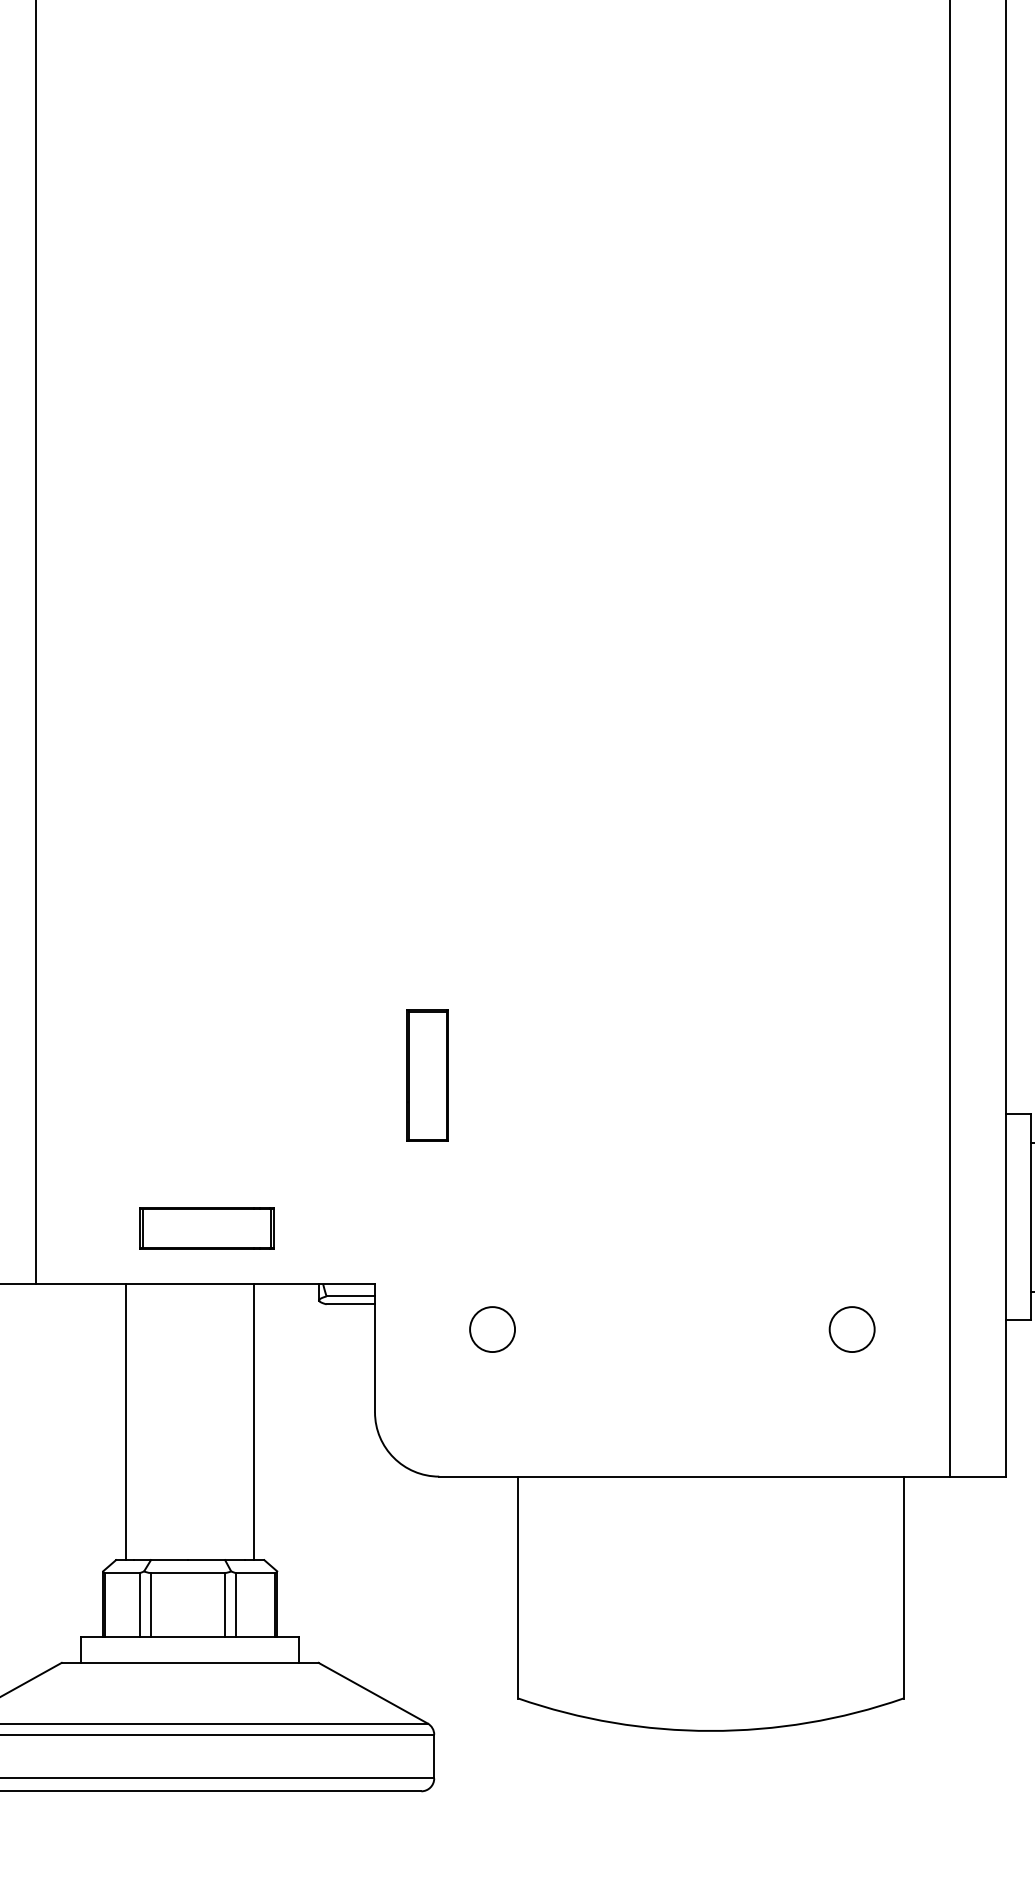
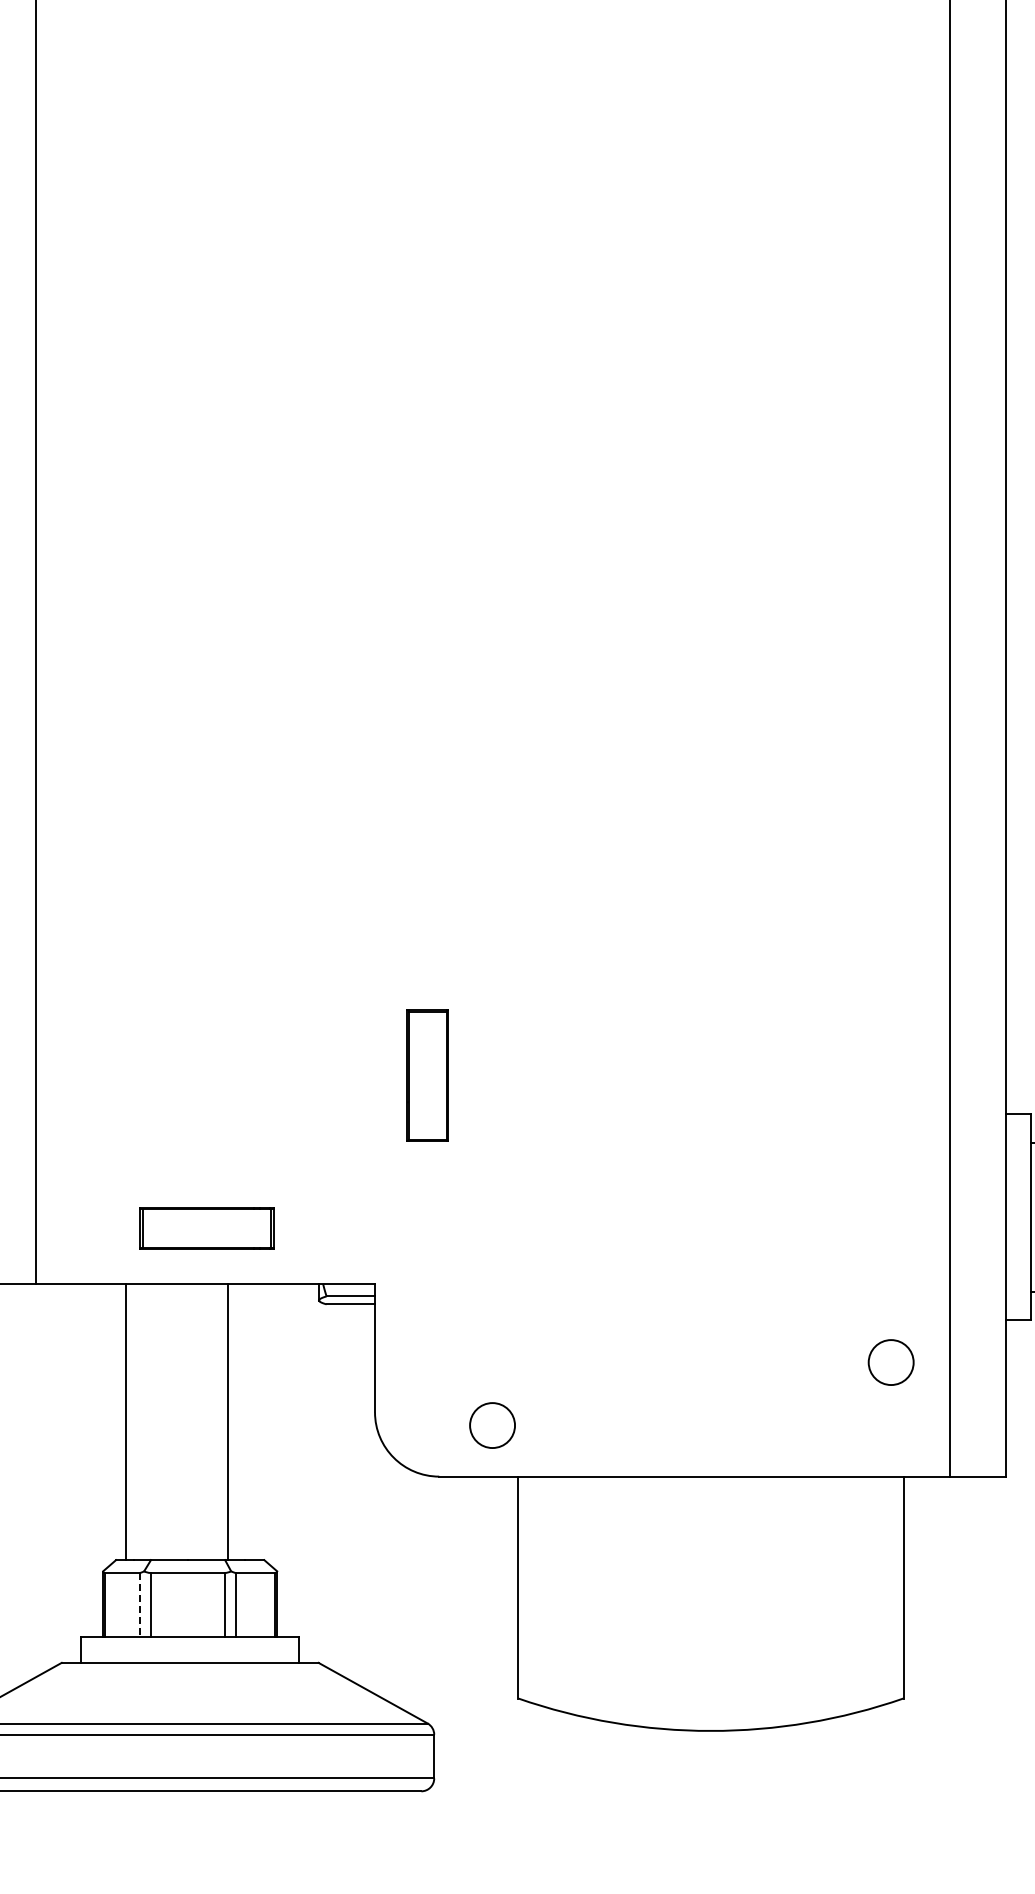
circle at (492, 1329) position: (492, 1329) -> (492, 1425)
circle at (851, 1329) position: (851, 1329) -> (890, 1362)
line at (254, 1421) position: (254, 1421) -> (228, 1421)
line at (139, 1605): solid -> dashed
